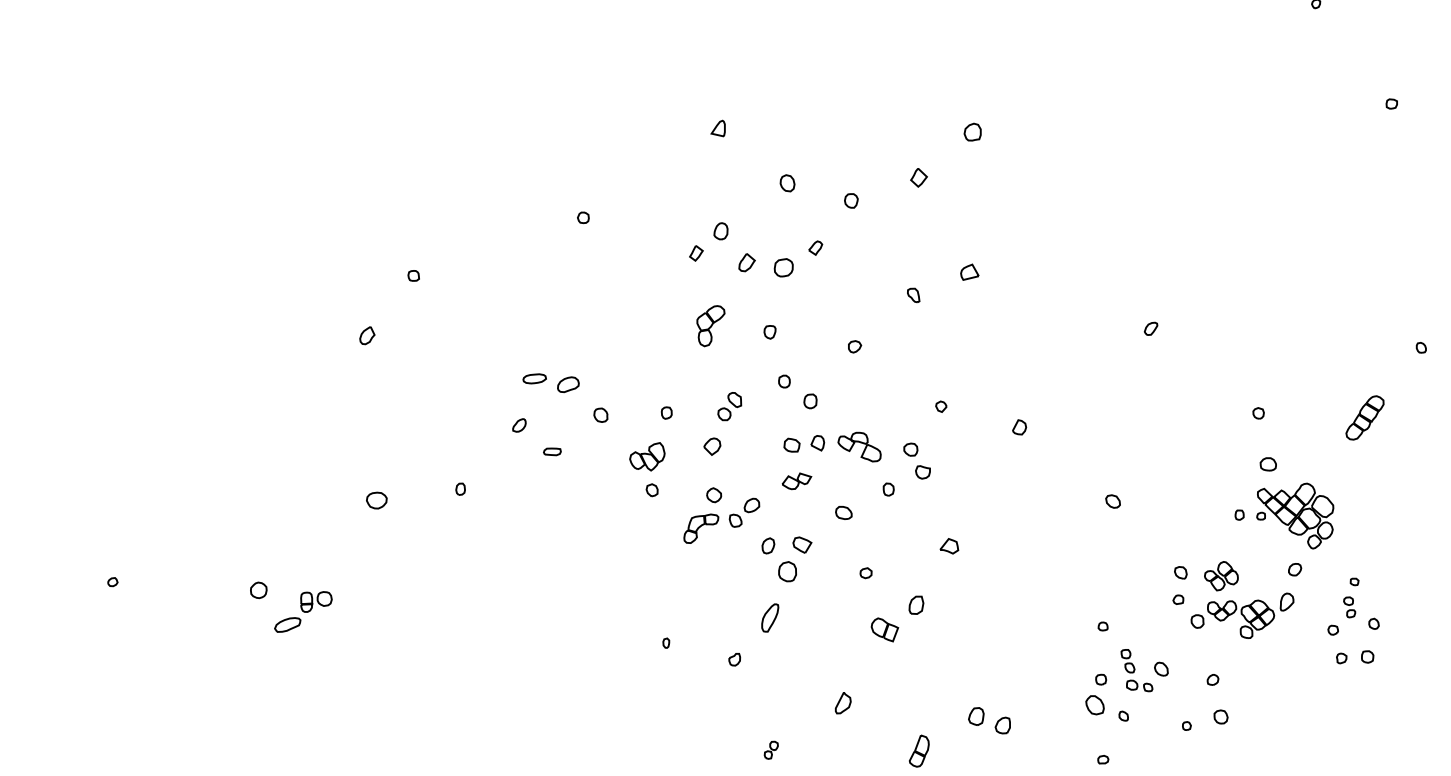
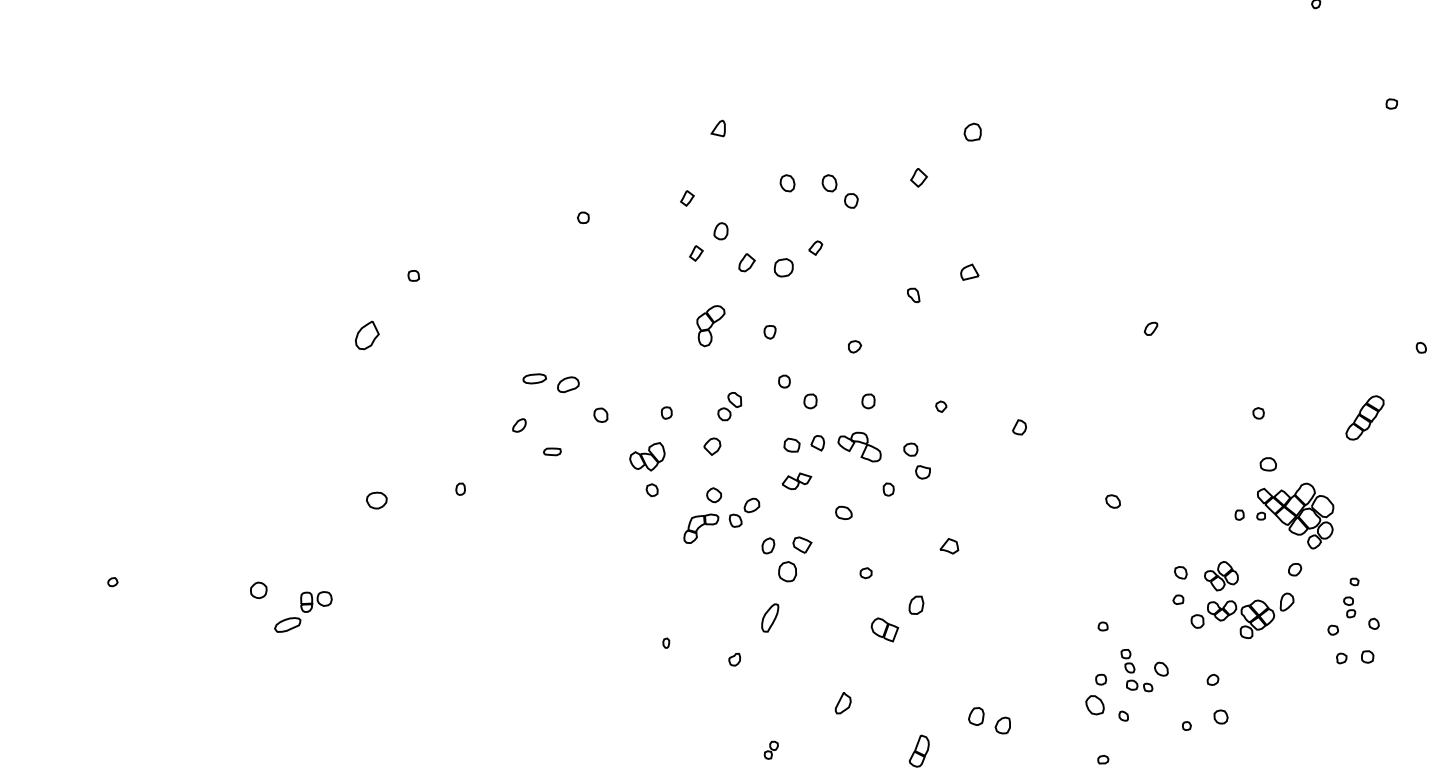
part at (829, 183): none -> present
part at (687, 198): none -> present
part at (367, 335) size: 17x20 px -> 26x31 px
part at (868, 401): none -> present
